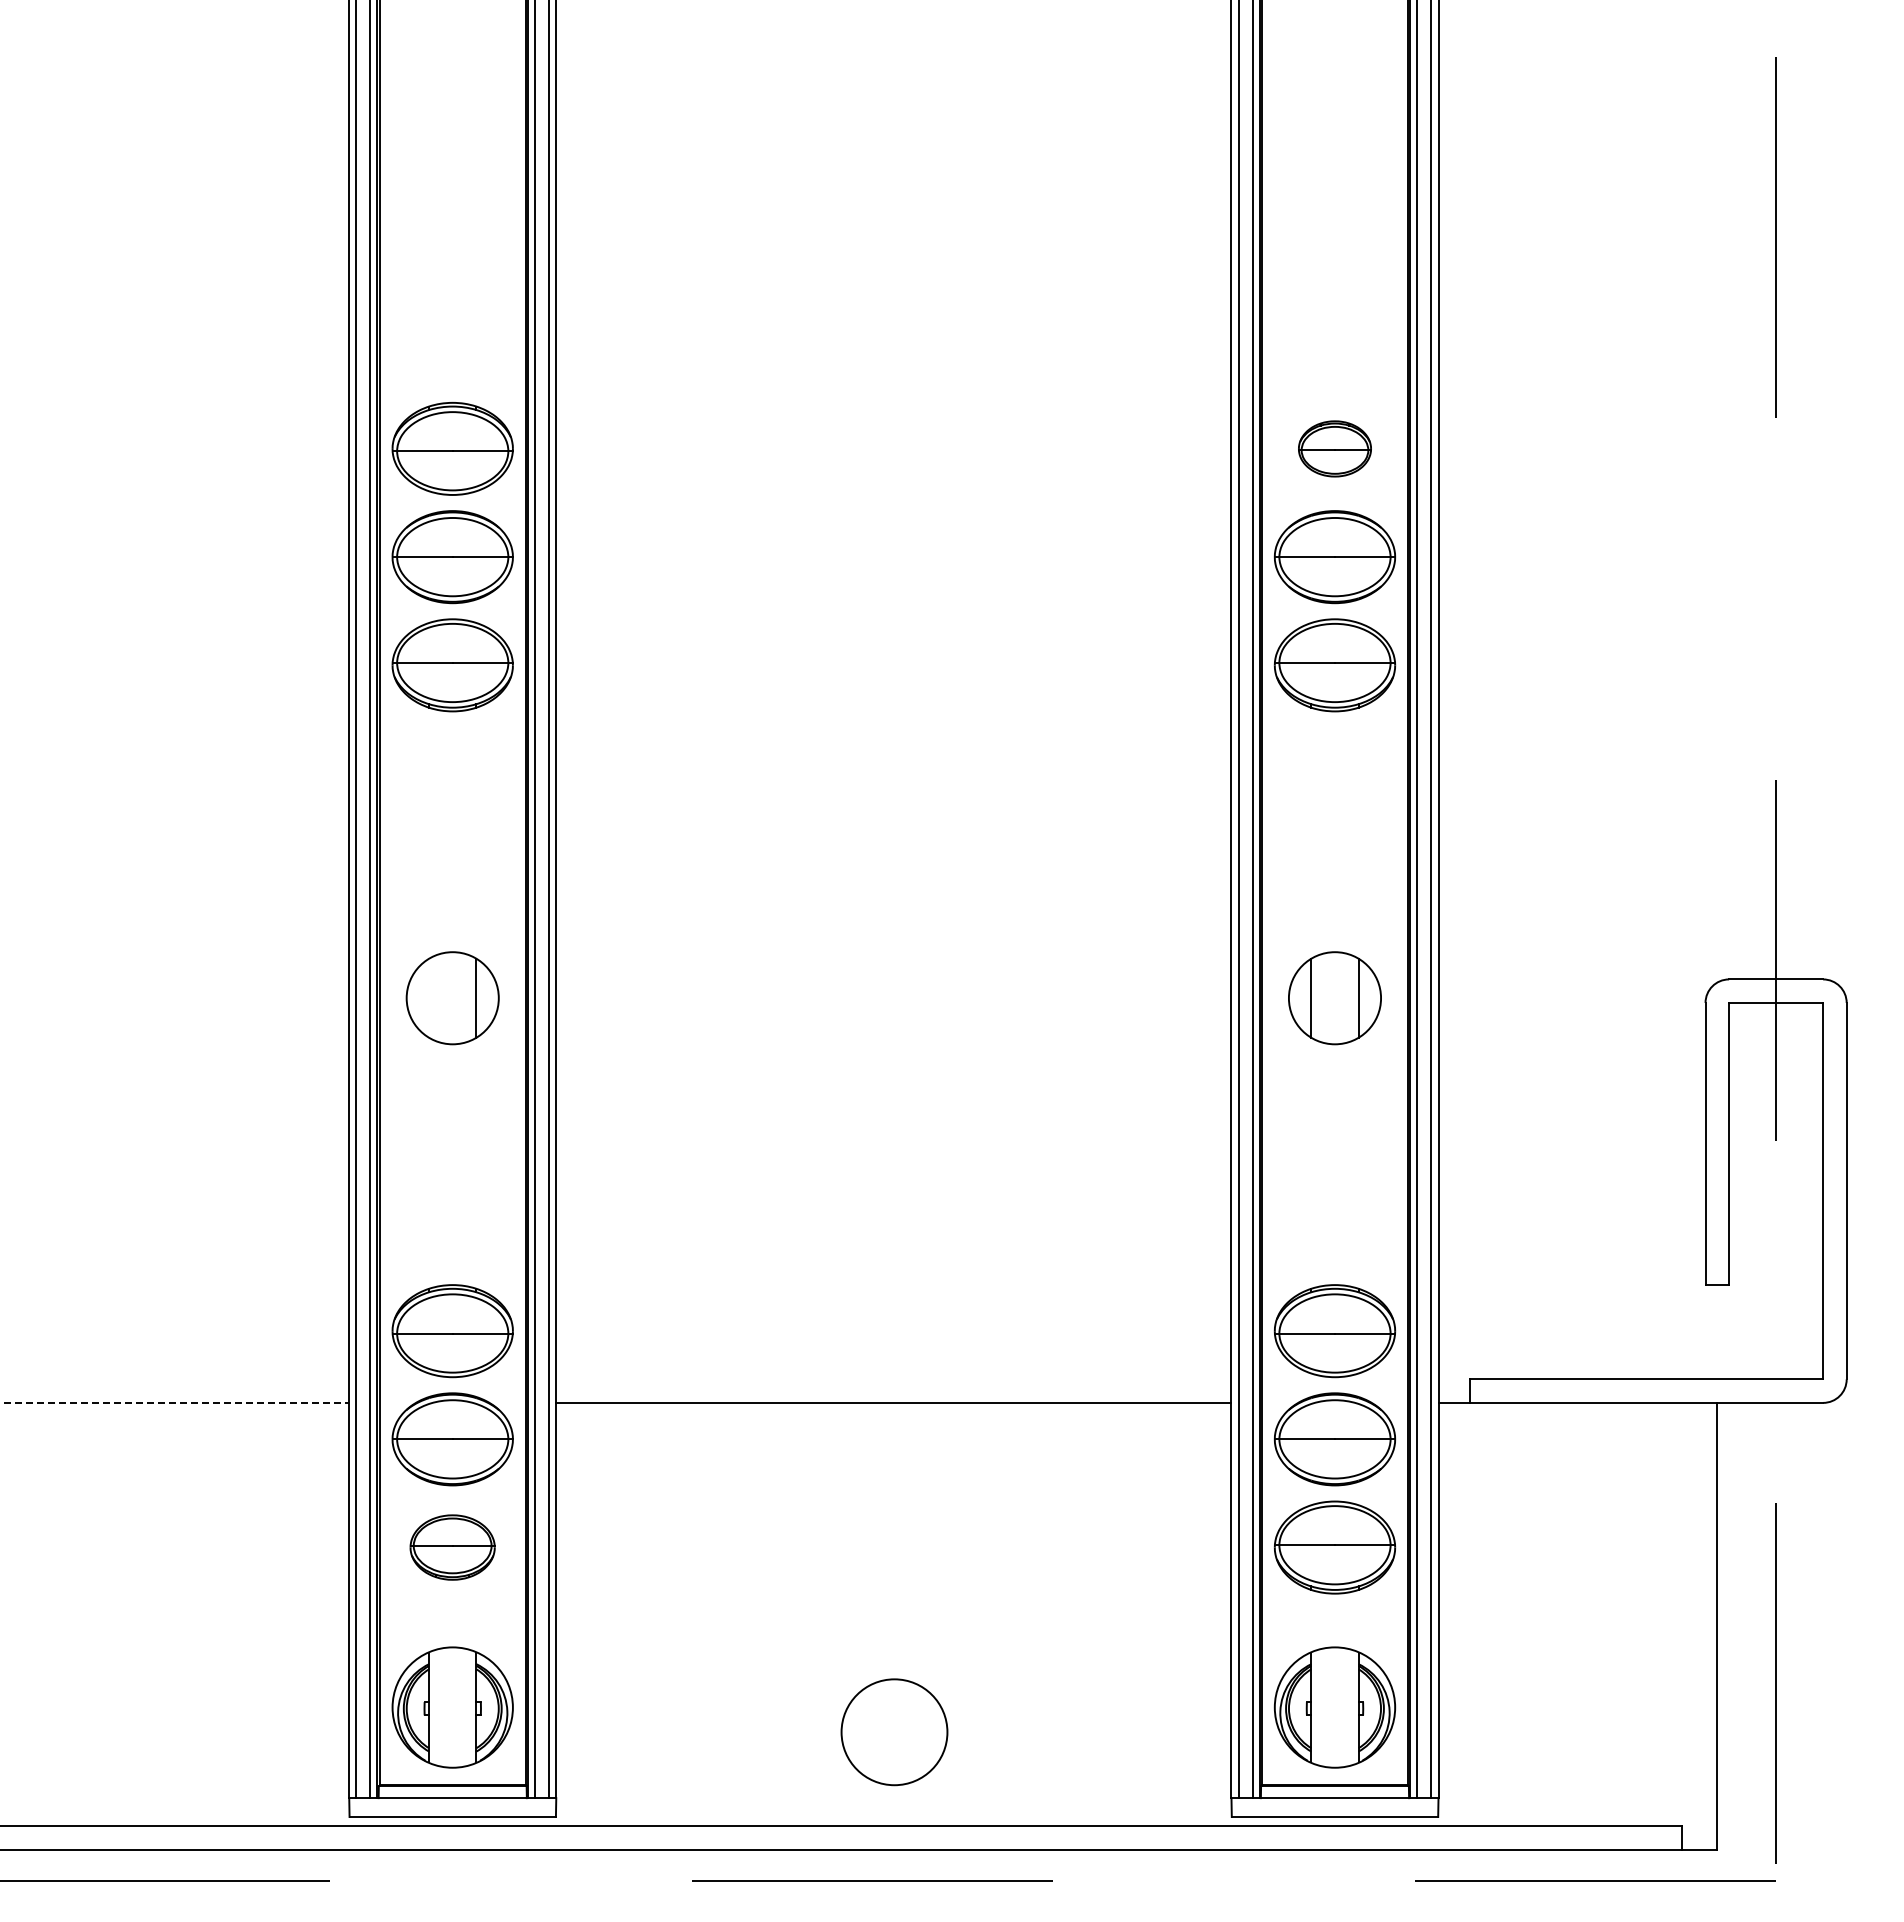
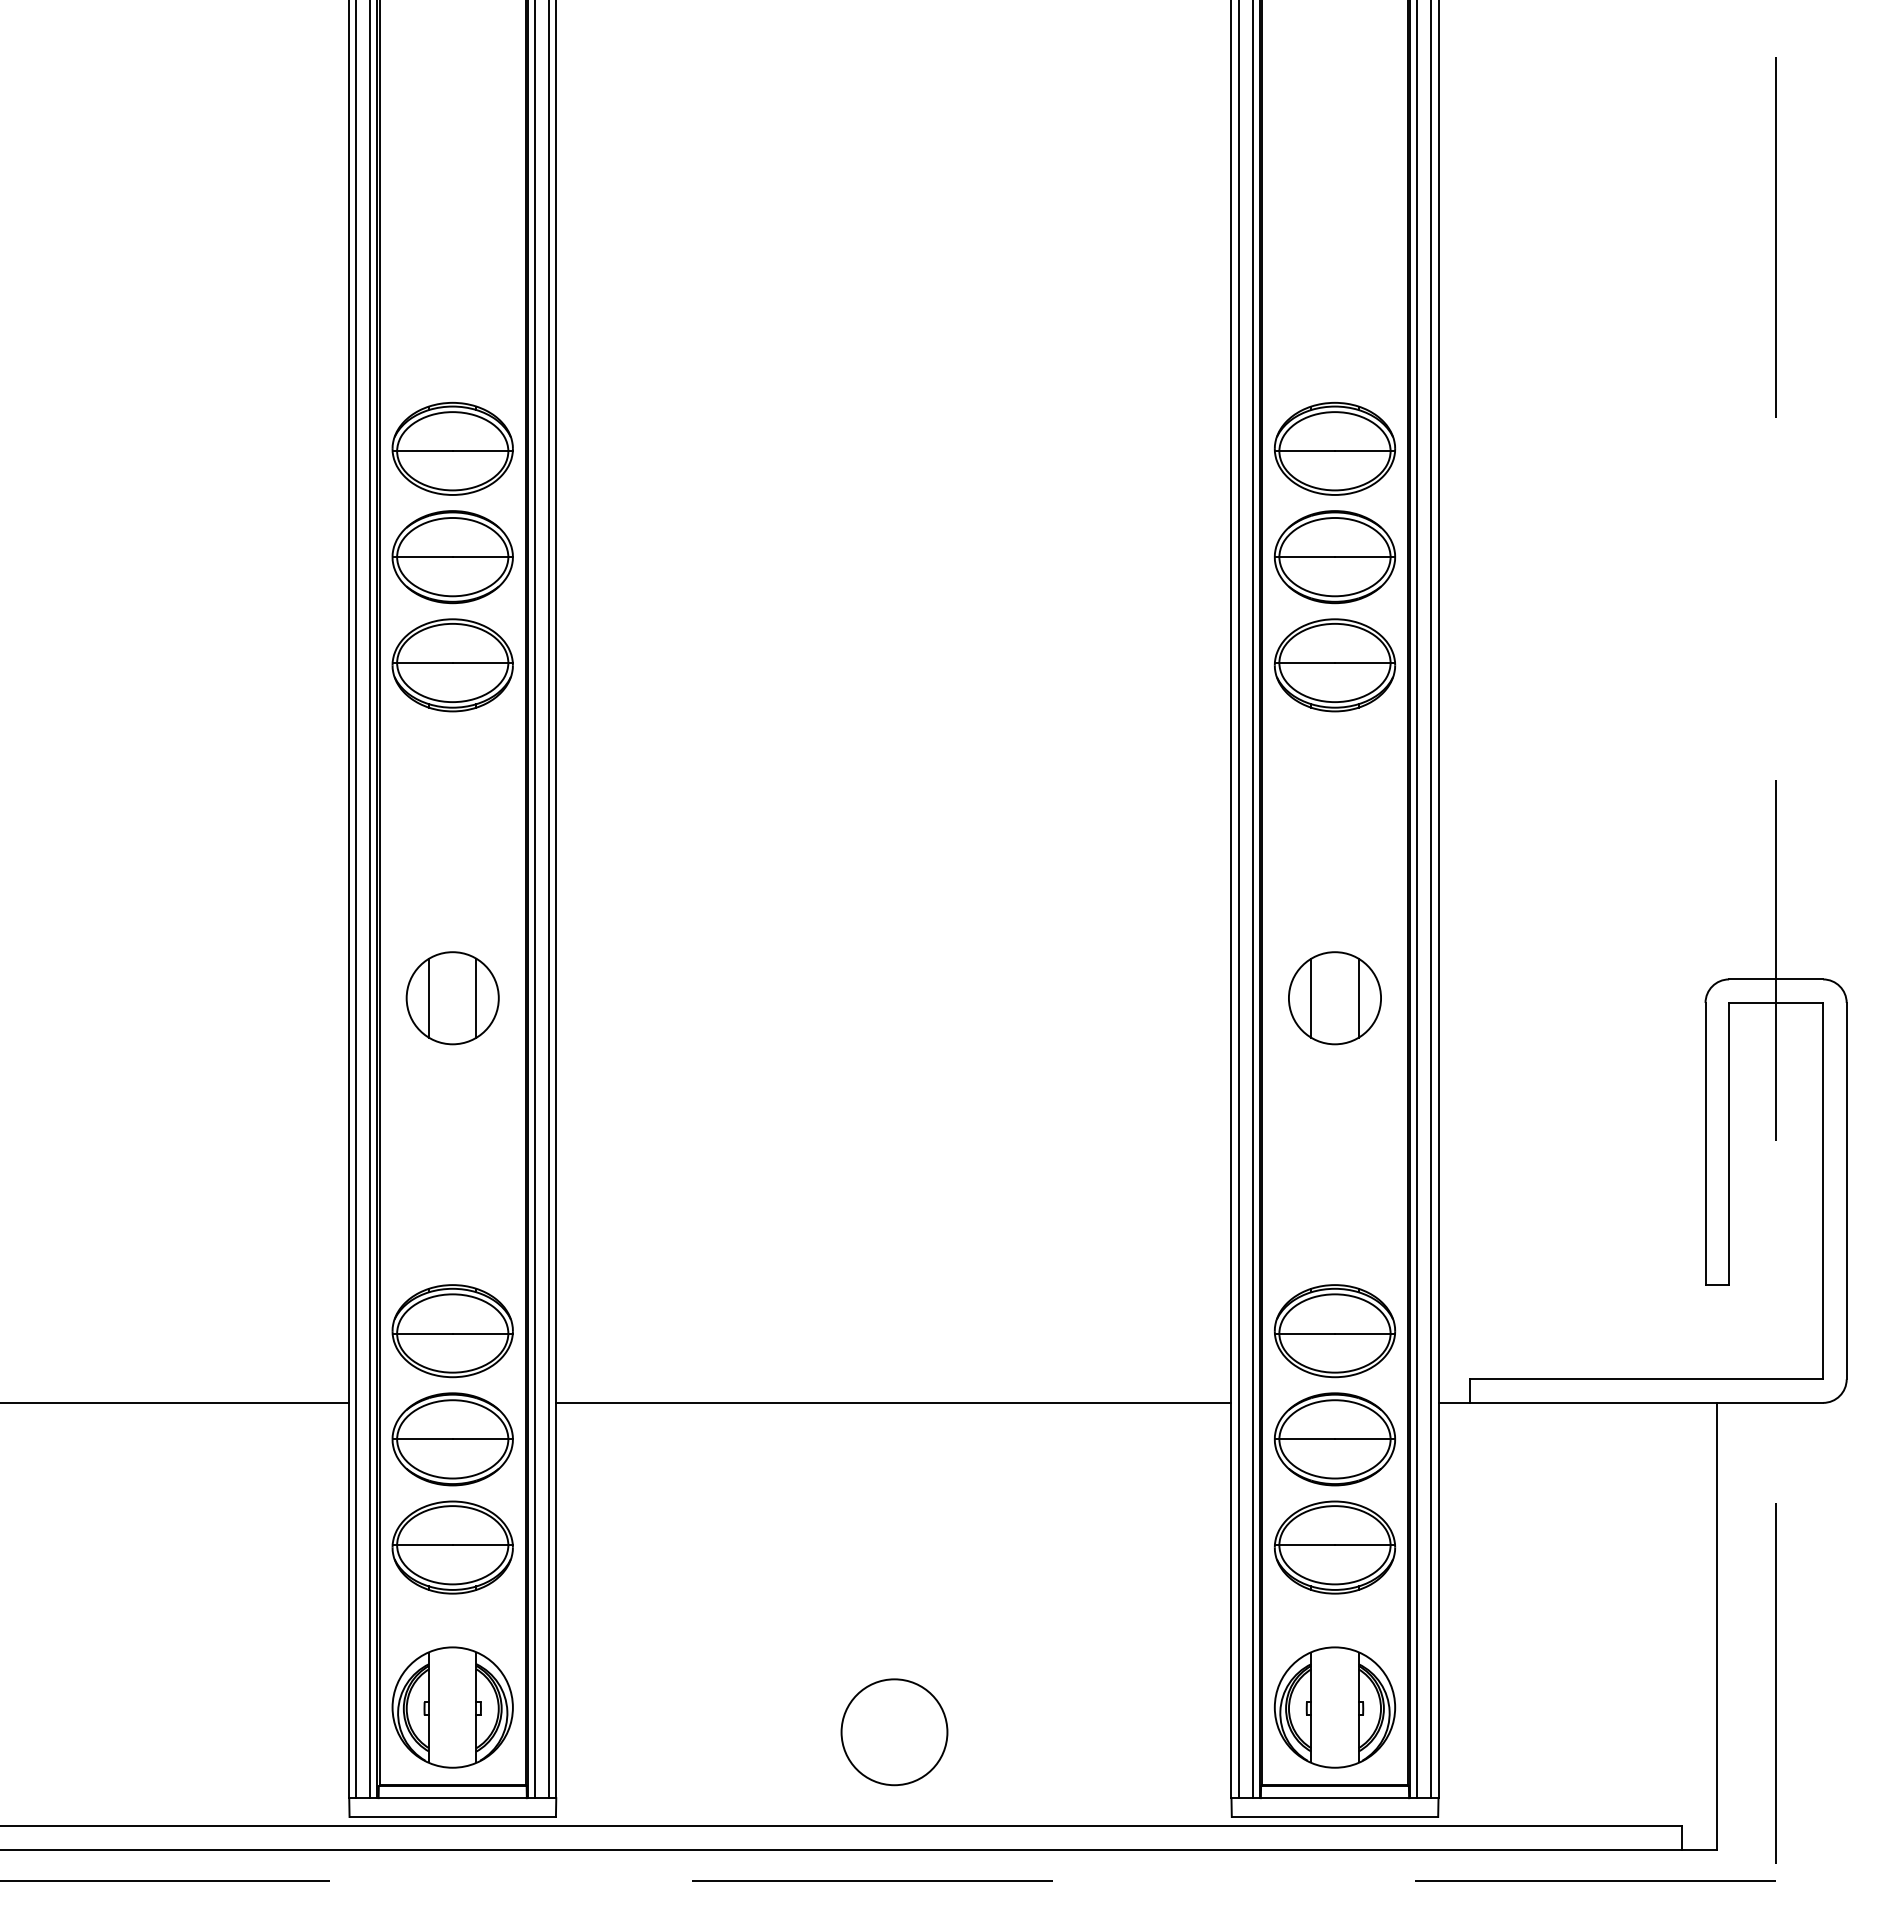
part at (1334, 448) size: 74x58 px -> 124x94 px
line at (429, 997): none -> present
line at (175, 1402): dashed -> solid
part at (452, 1547) size: 87x67 px -> 123x95 px
